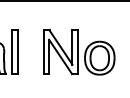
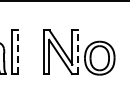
line at (17, 52): solid -> dashed
line at (77, 52): solid -> dashed
